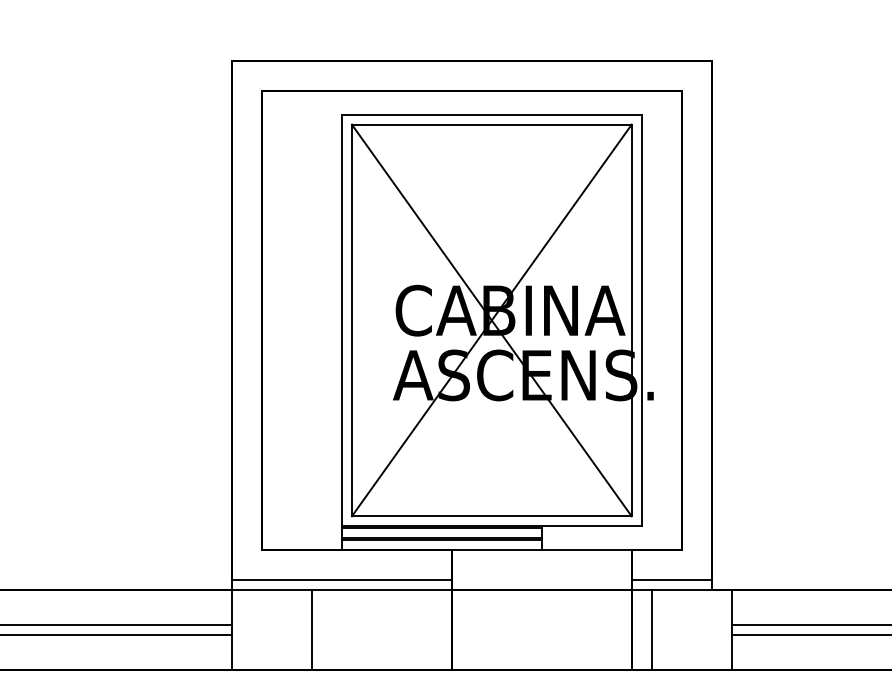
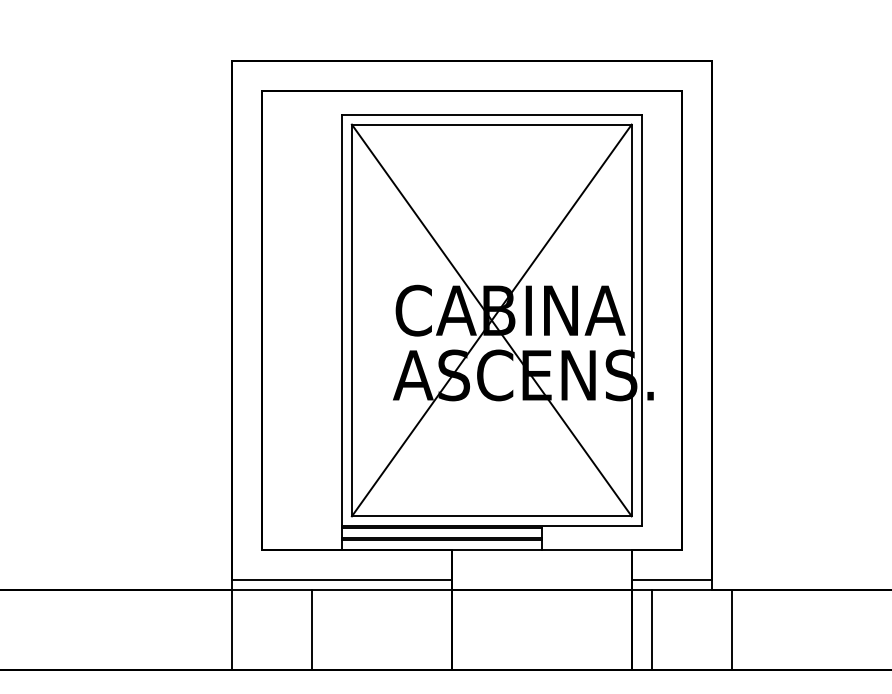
line at (117, 625): present -> none
line at (809, 625): present -> none
line at (117, 635): present -> none
line at (809, 635): present -> none
